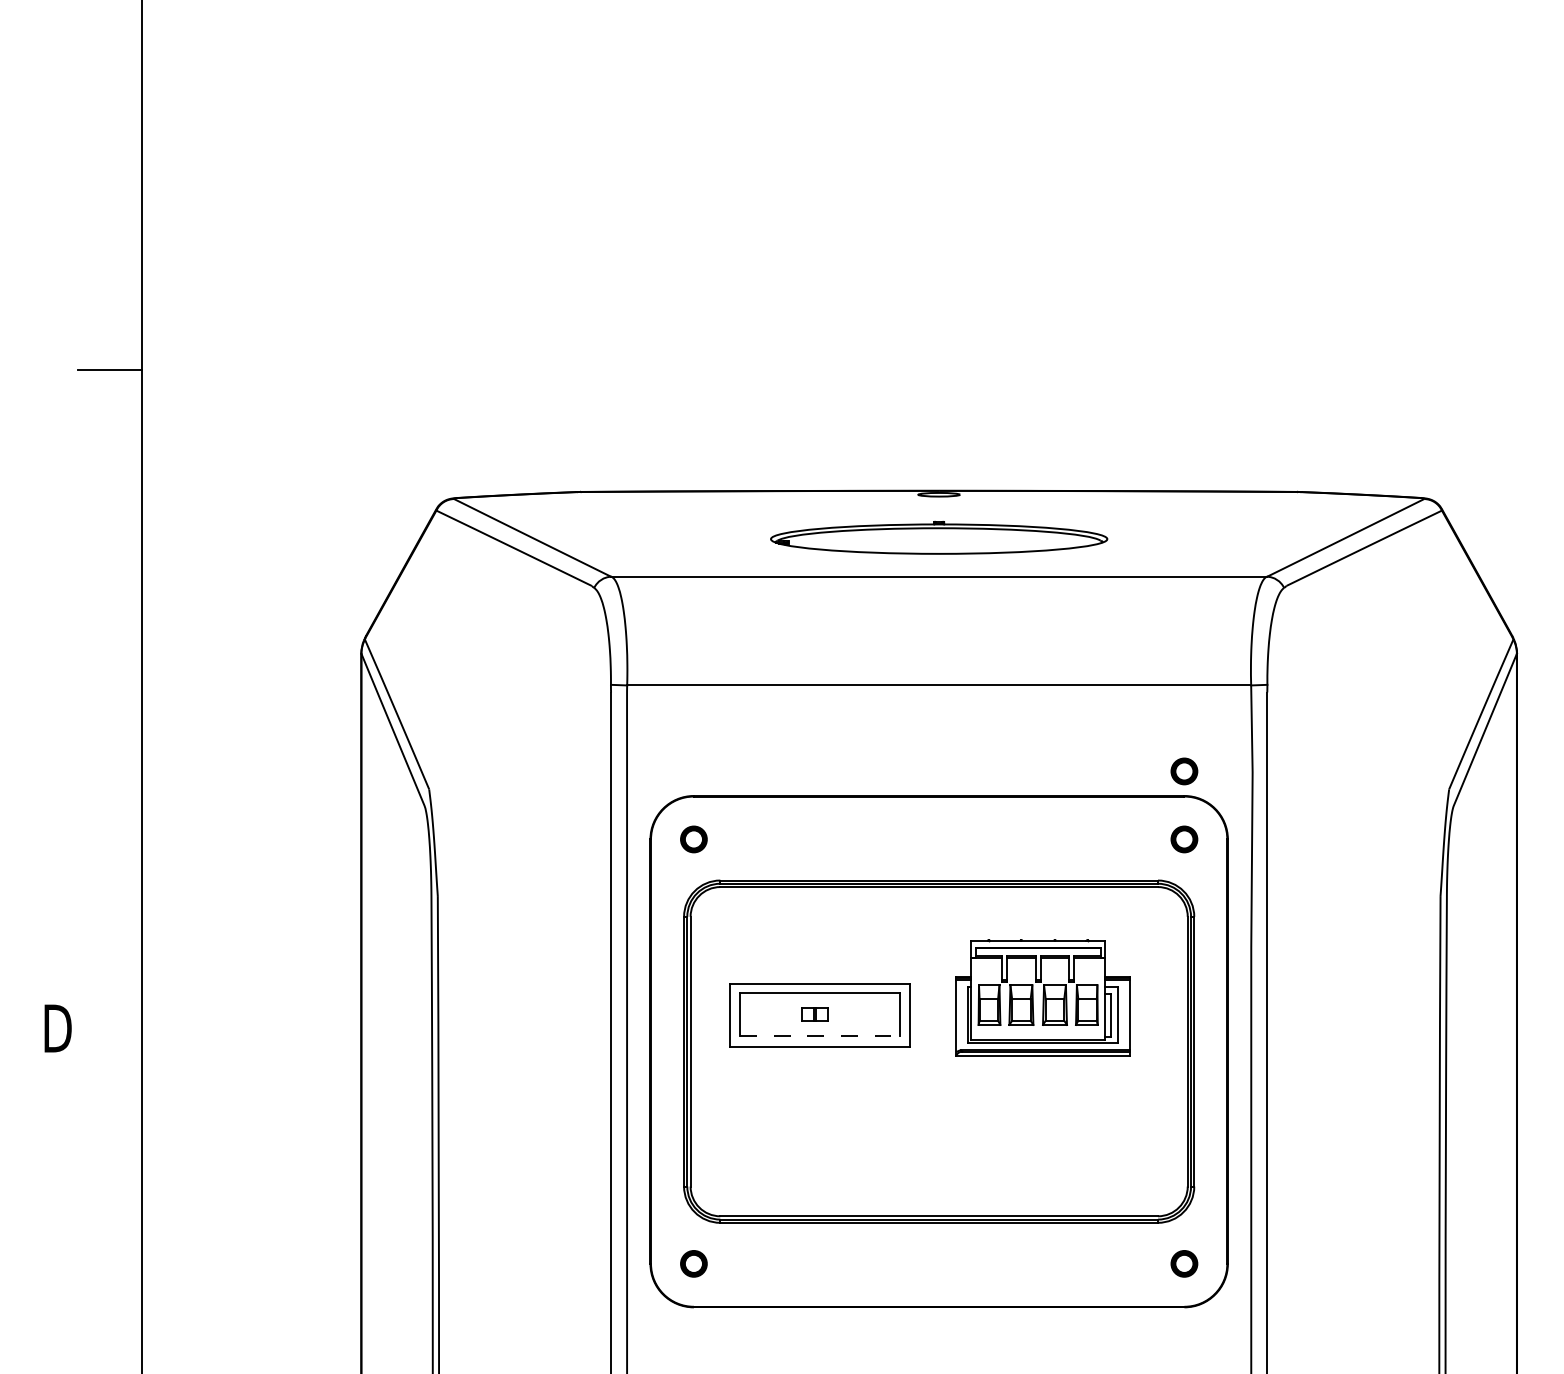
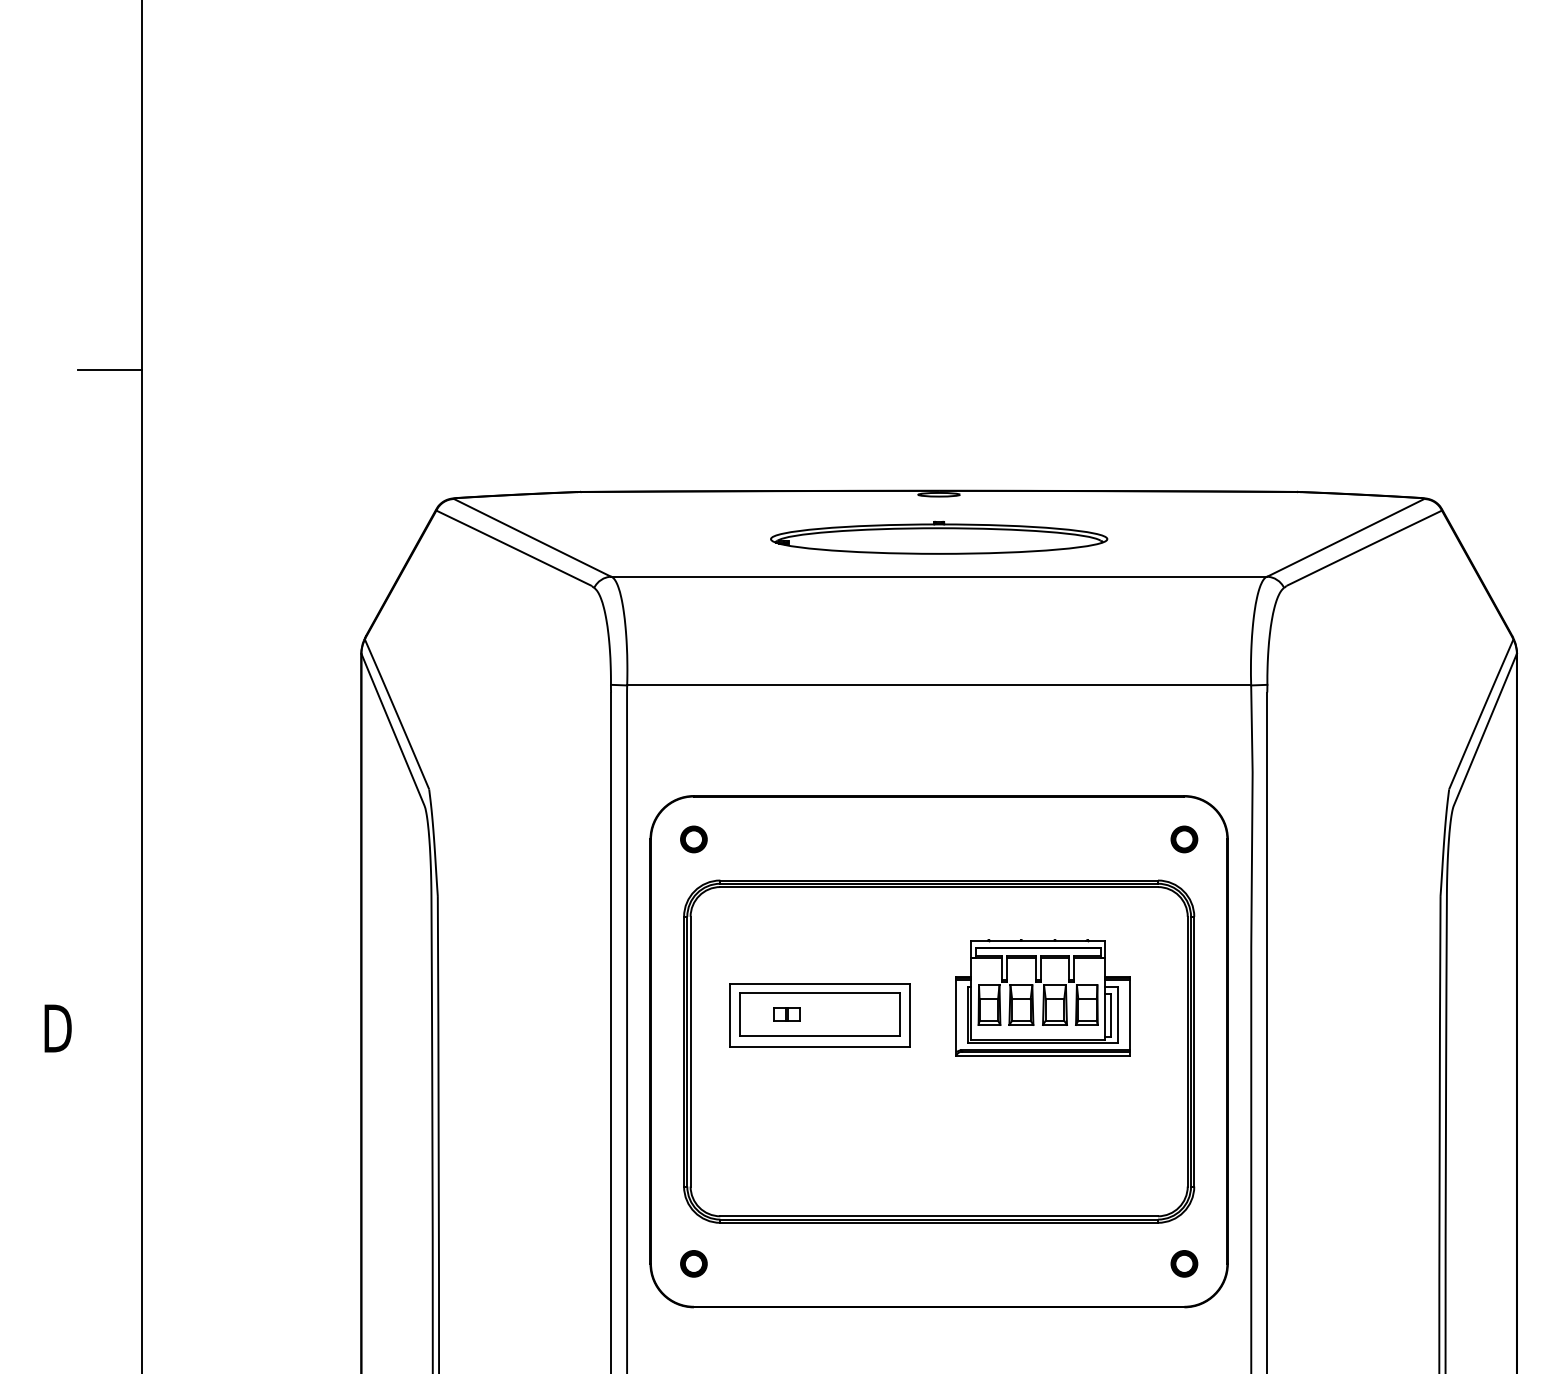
part at (1184, 771): present -> none
part at (814, 1014) position: (814, 1014) -> (786, 1014)
line at (820, 1036): dashed -> solid
